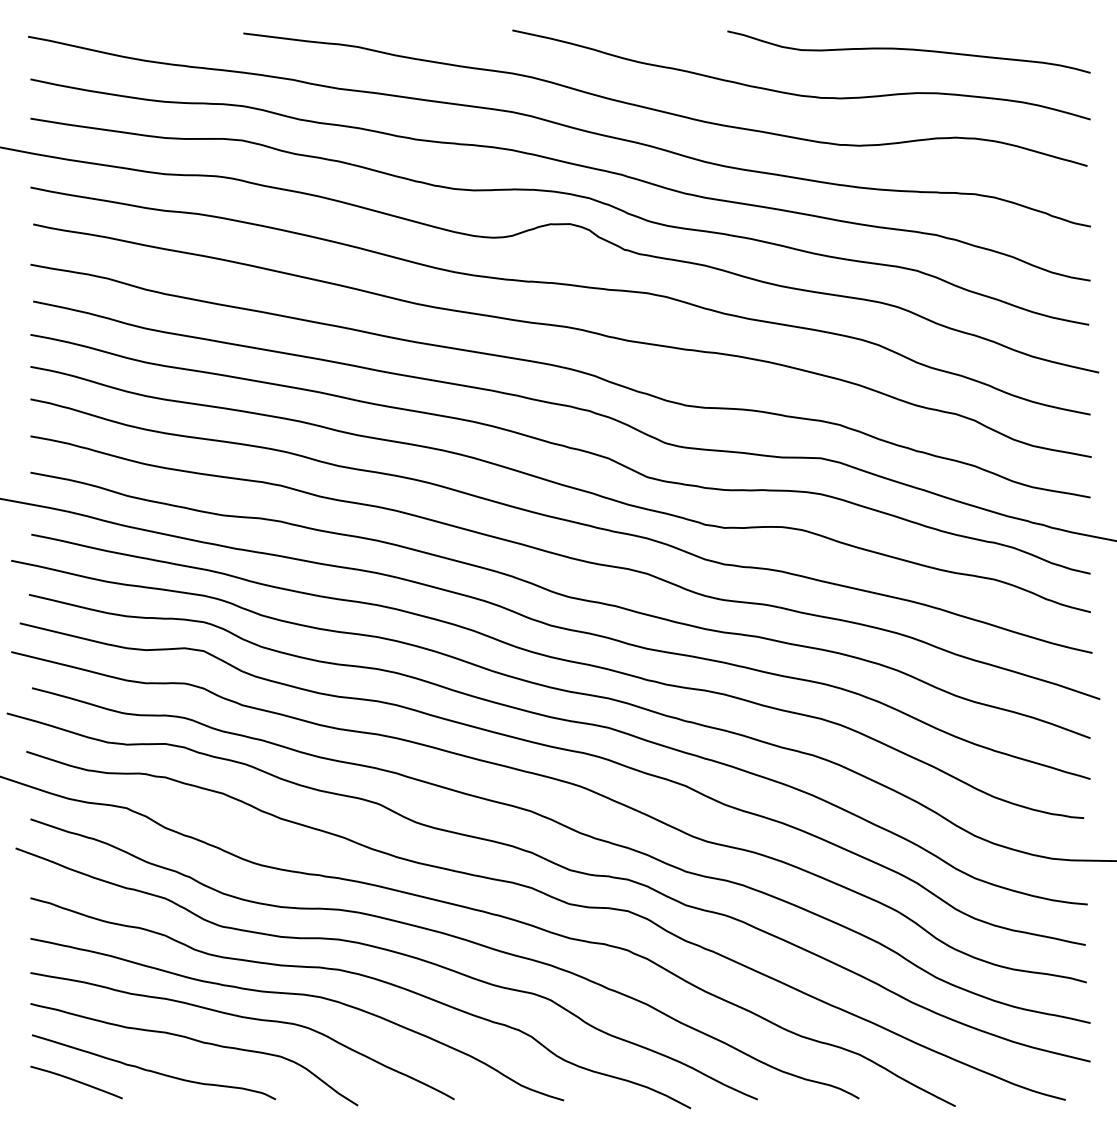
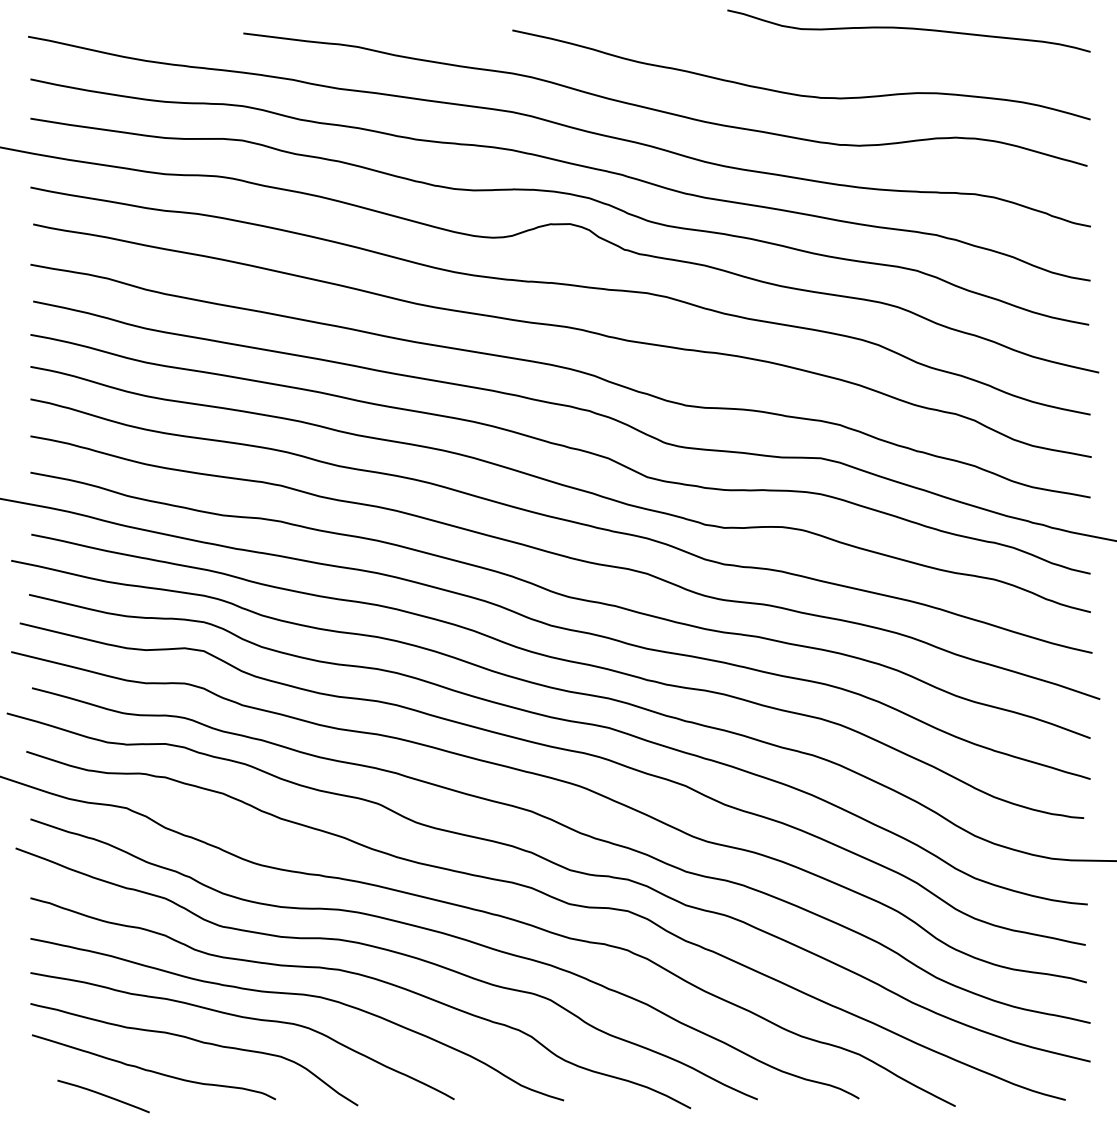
curve at (908, 50) position: (908, 50) -> (908, 29)
curve at (76, 1081) position: (76, 1081) -> (103, 1095)
